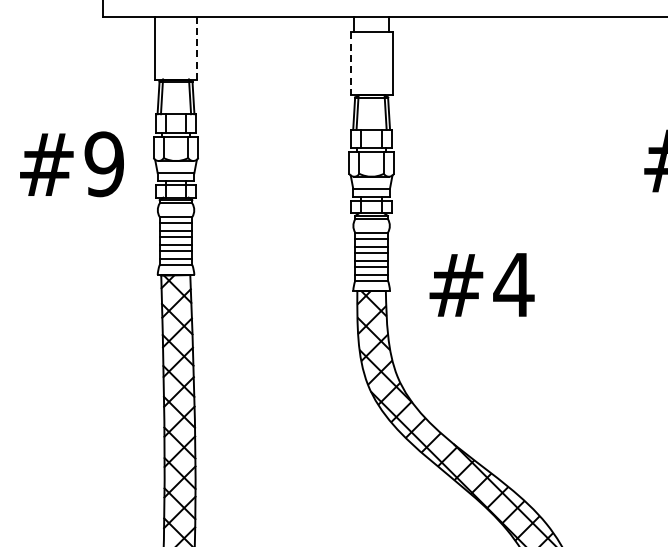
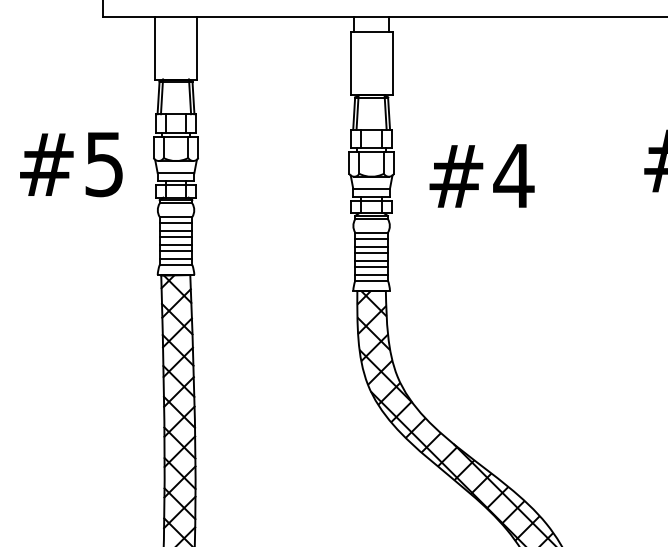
line at (197, 48): dashed -> solid
line at (350, 63): dashed -> solid
text at (103, 164): #9 -> #5
text at (481, 284) position: (481, 284) -> (481, 175)
